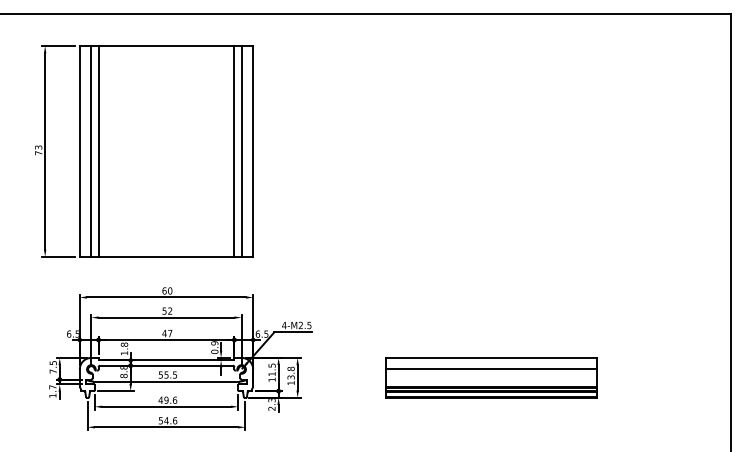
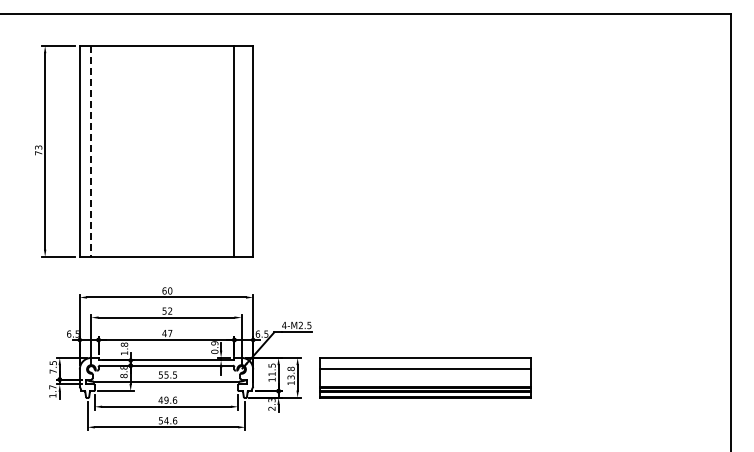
line at (98, 150): present -> none
line at (241, 150): present -> none
line at (91, 151): solid -> dashed
part at (491, 377) position: (491, 377) -> (425, 377)
